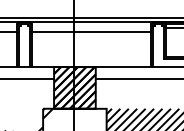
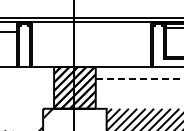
line at (90, 32): present -> none
line at (28, 79): present -> none
line at (139, 79): solid -> dashed
